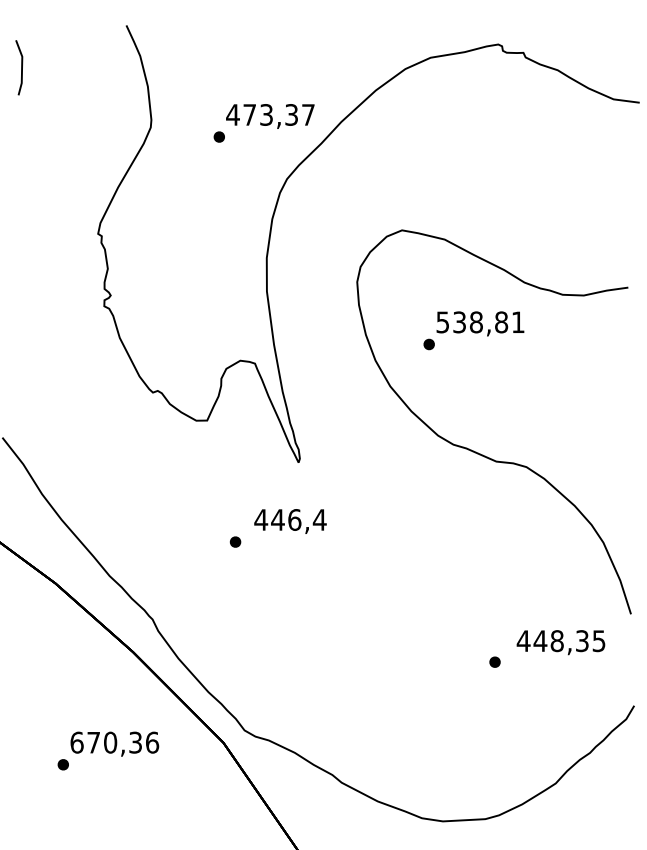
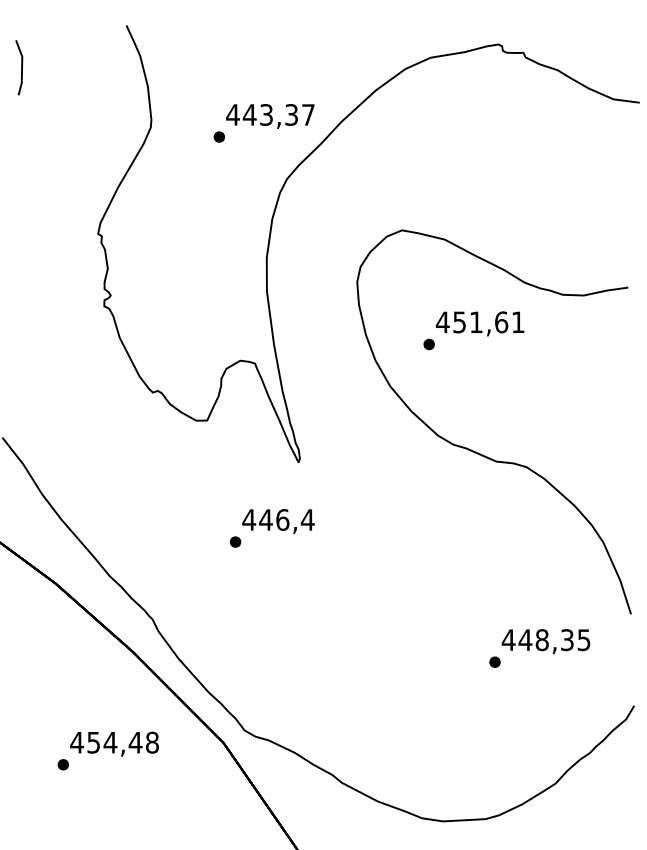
text at (249, 114): 473,37 -> 443,37
text at (471, 322): 538,81 -> 451,61
text at (290, 521) position: (290, 521) -> (278, 521)
text at (560, 642) position: (560, 642) -> (545, 641)
text at (114, 742): 670,36 -> 454,48
